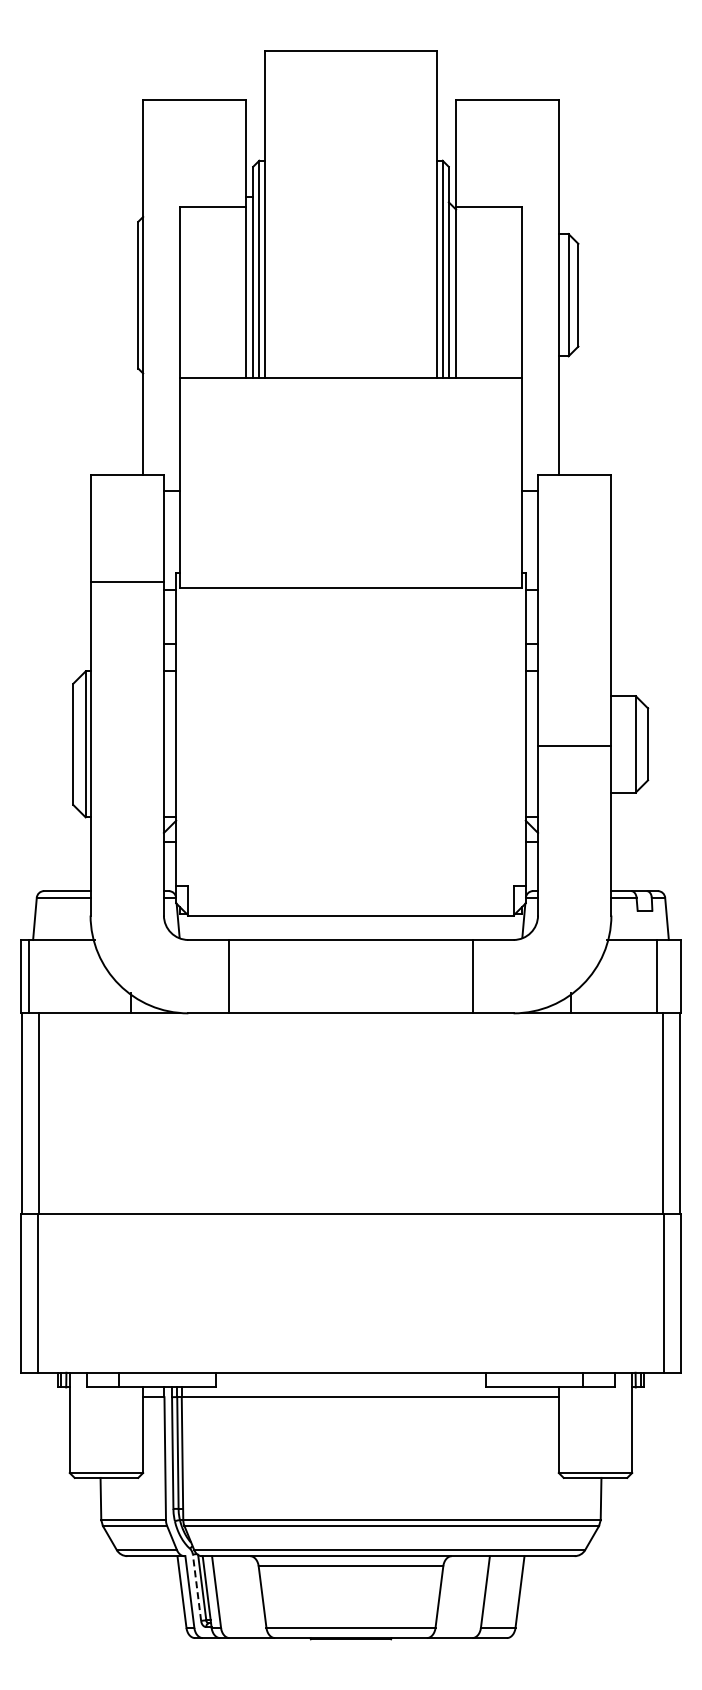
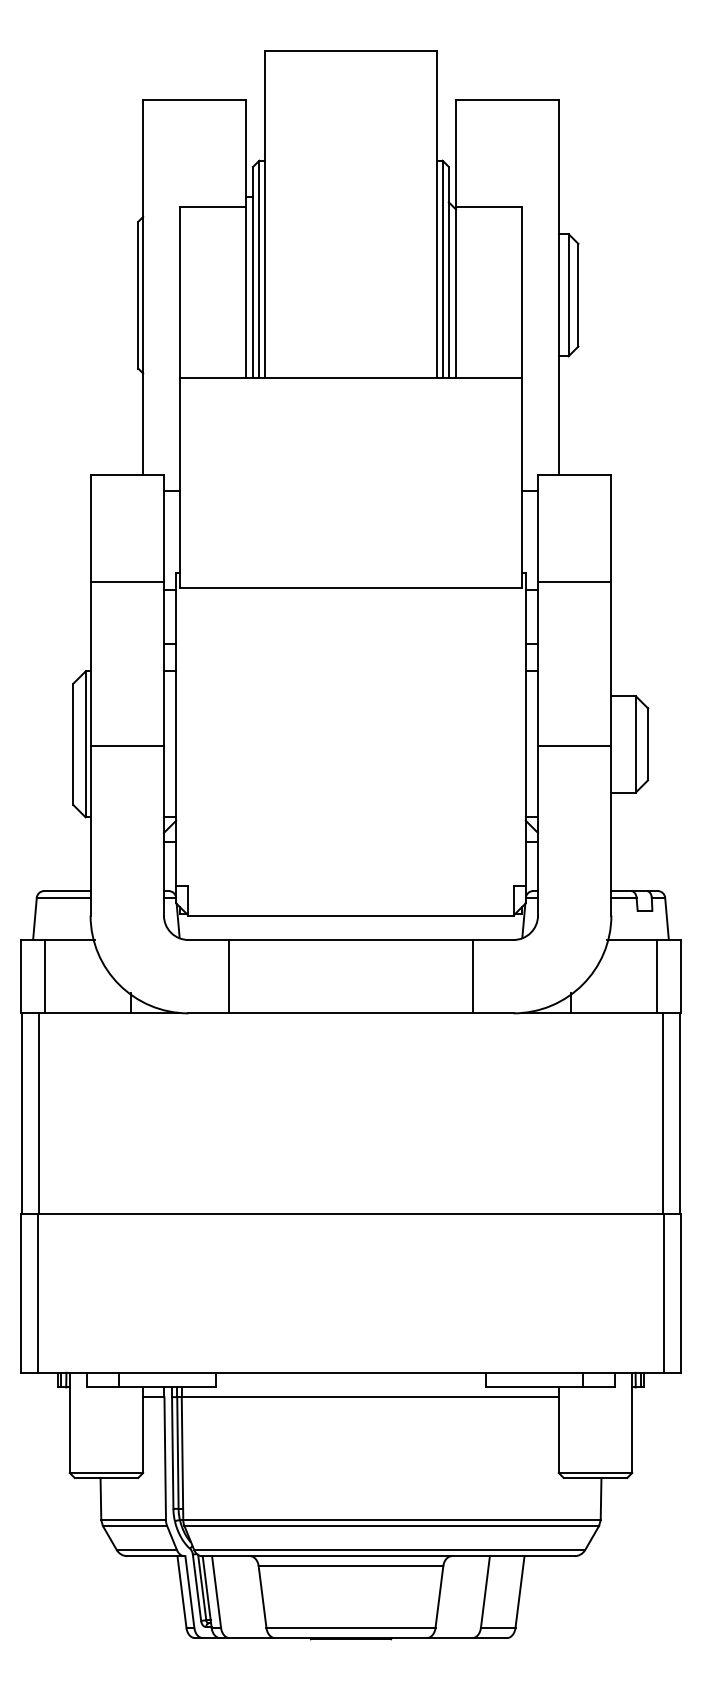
line at (574, 582): none -> present
line at (126, 745): none -> present
line at (29, 976) position: (29, 976) -> (45, 976)
line at (196, 1587): dashed -> solid
